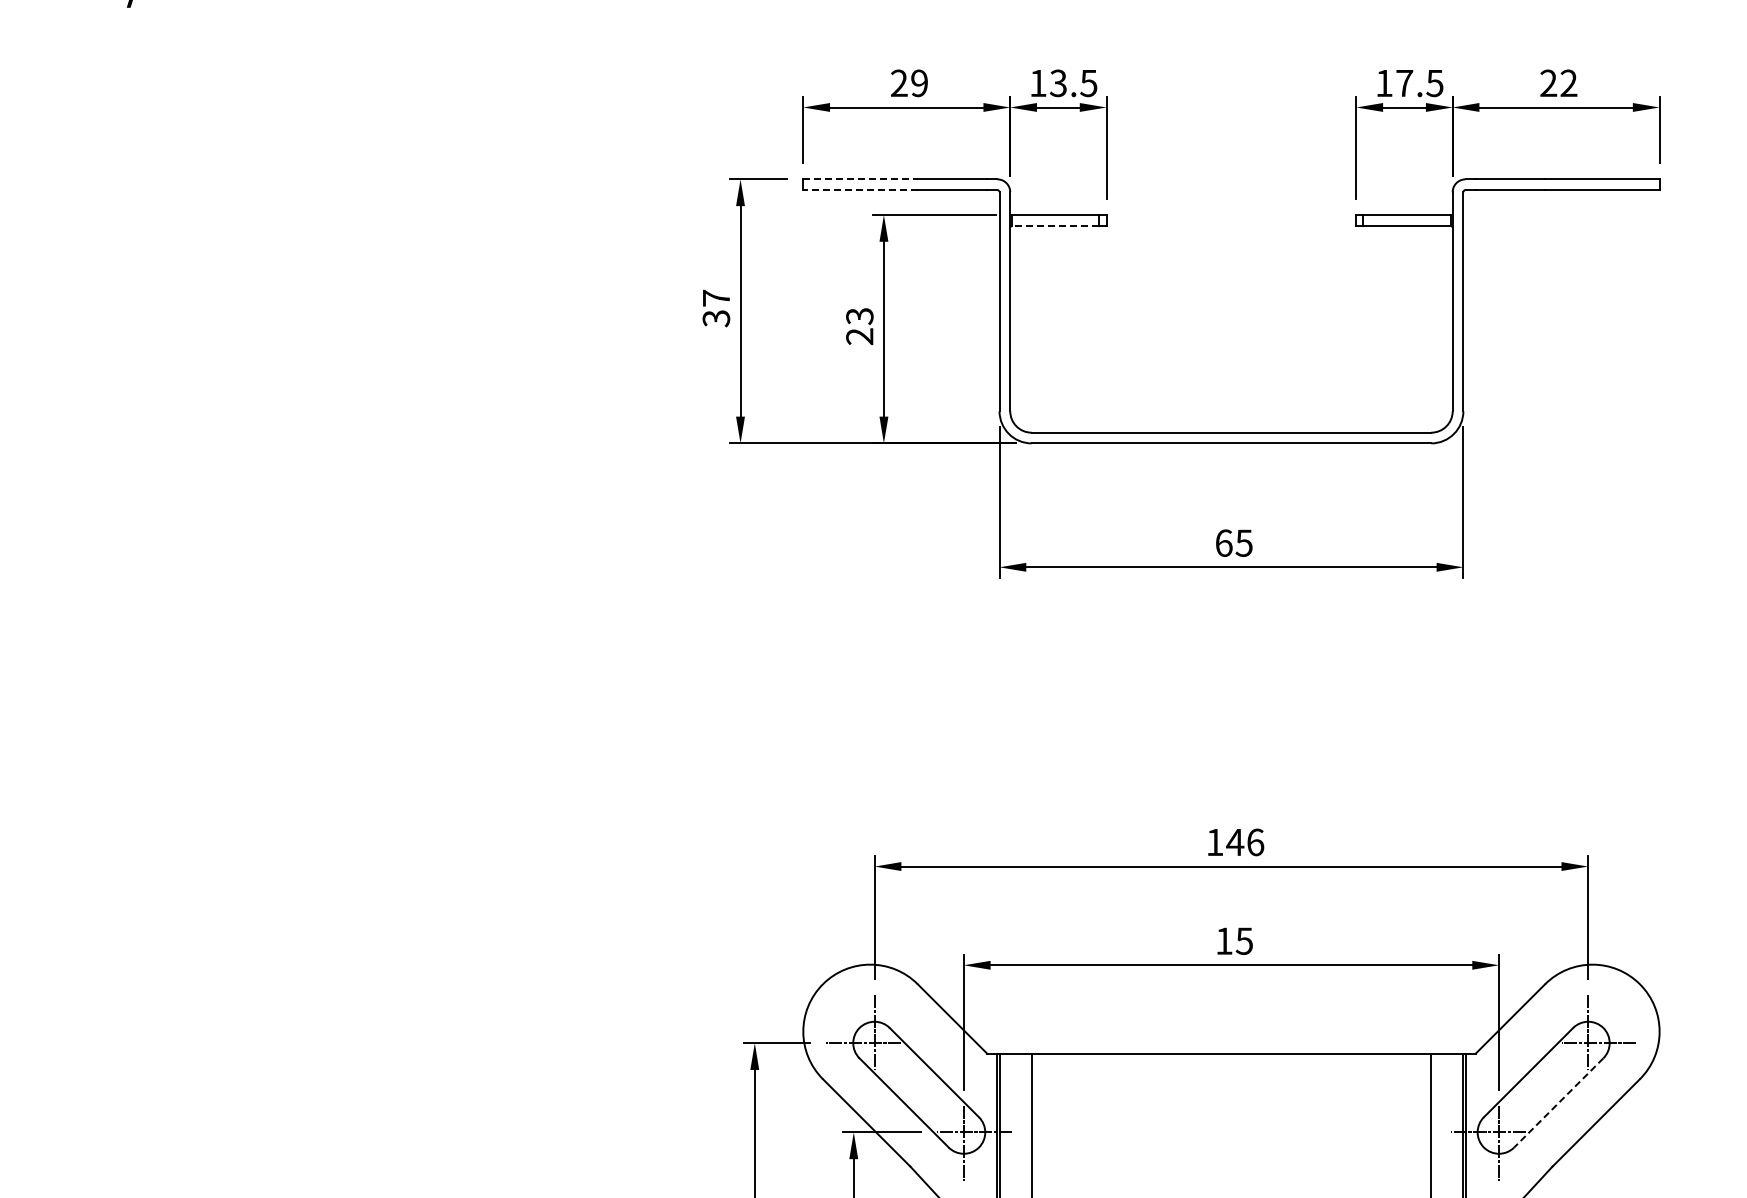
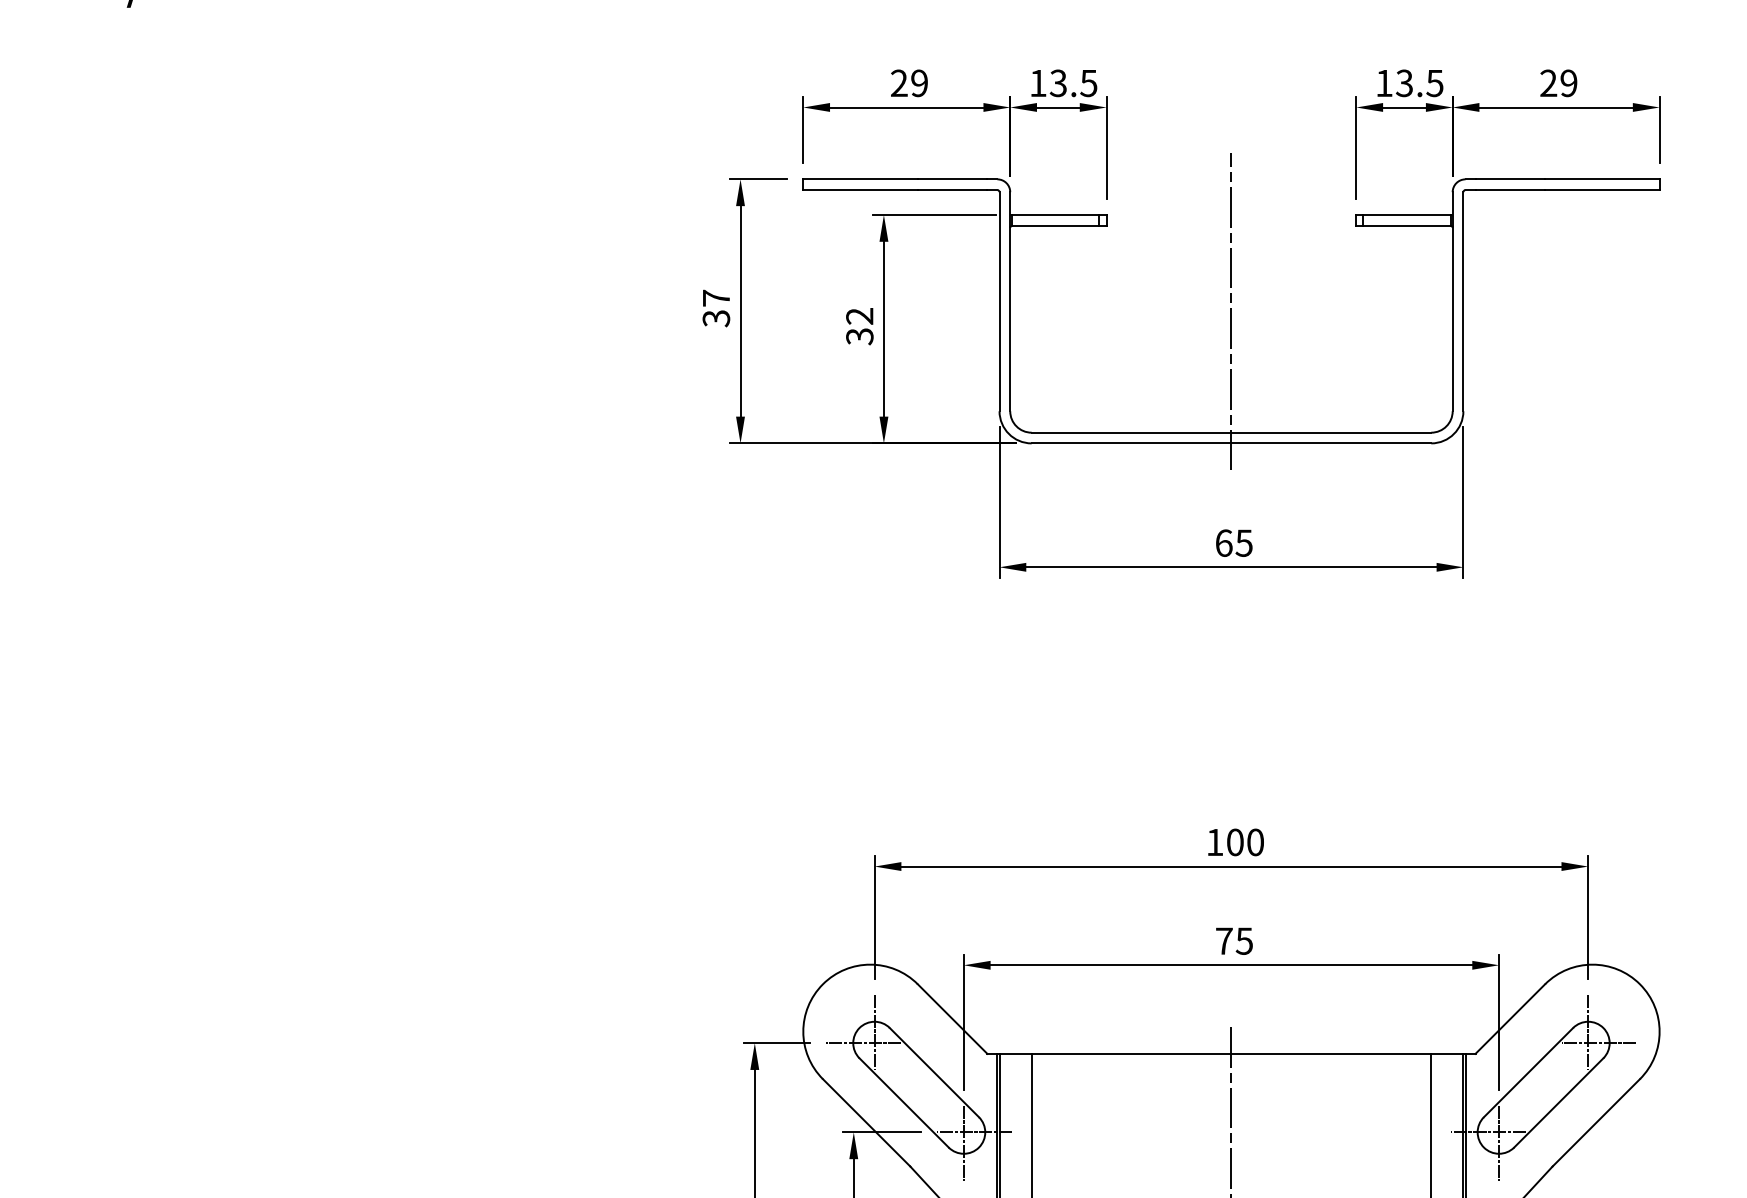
text at (1404, 83): 17.5 -> 13.5
text at (1568, 83): 22 -> 29
line at (861, 179): dashed -> solid
line at (860, 190): dashed -> solid
line at (1055, 225): dashed -> solid
line at (1231, 311): none -> present
text at (859, 326): 23 -> 32
text at (1245, 842): 146 -> 100
text at (1224, 940): 15 -> 75
line at (1558, 1103): dashed -> solid
line at (1231, 1110): none -> present
